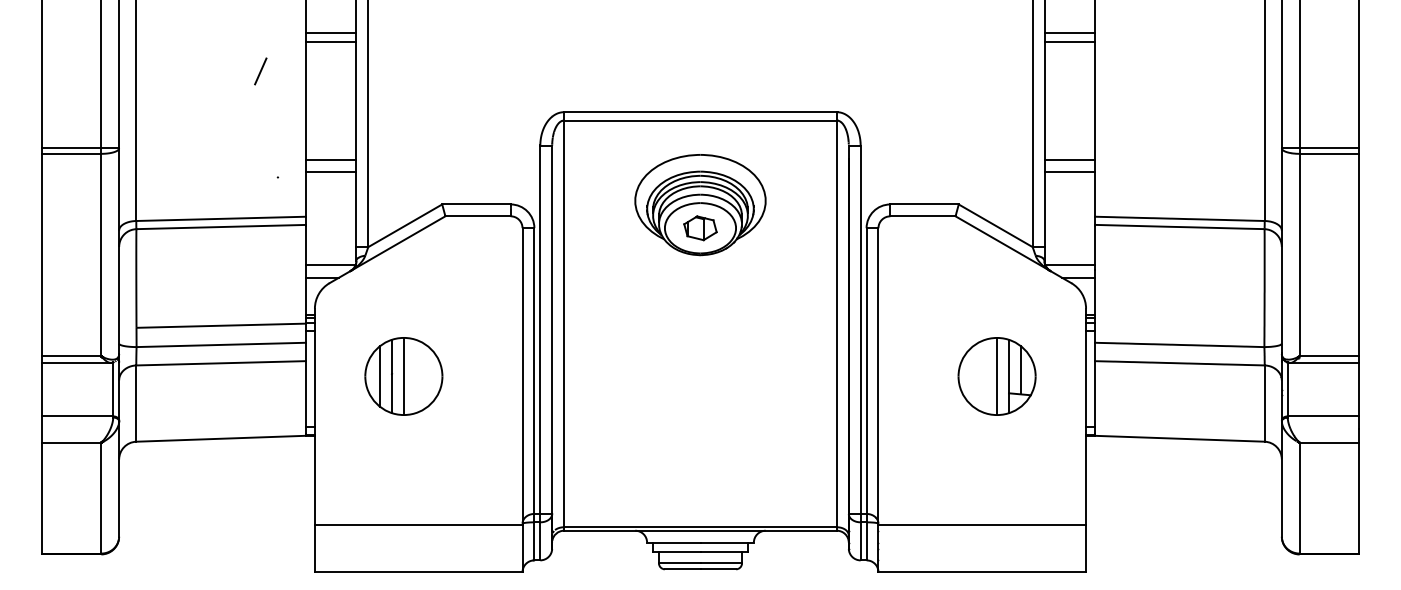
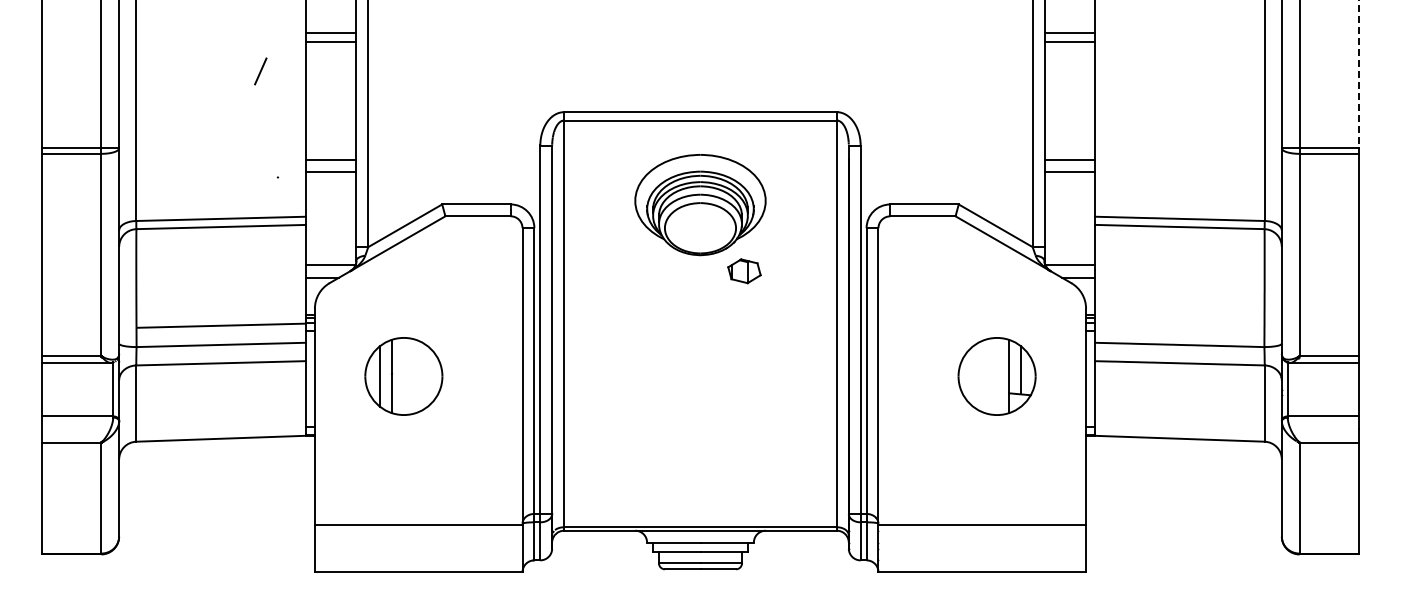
line at (1358, 74): solid -> dashed
part at (700, 228) position: (700, 228) -> (744, 271)
line at (403, 376): present -> none
line at (997, 376): present -> none
